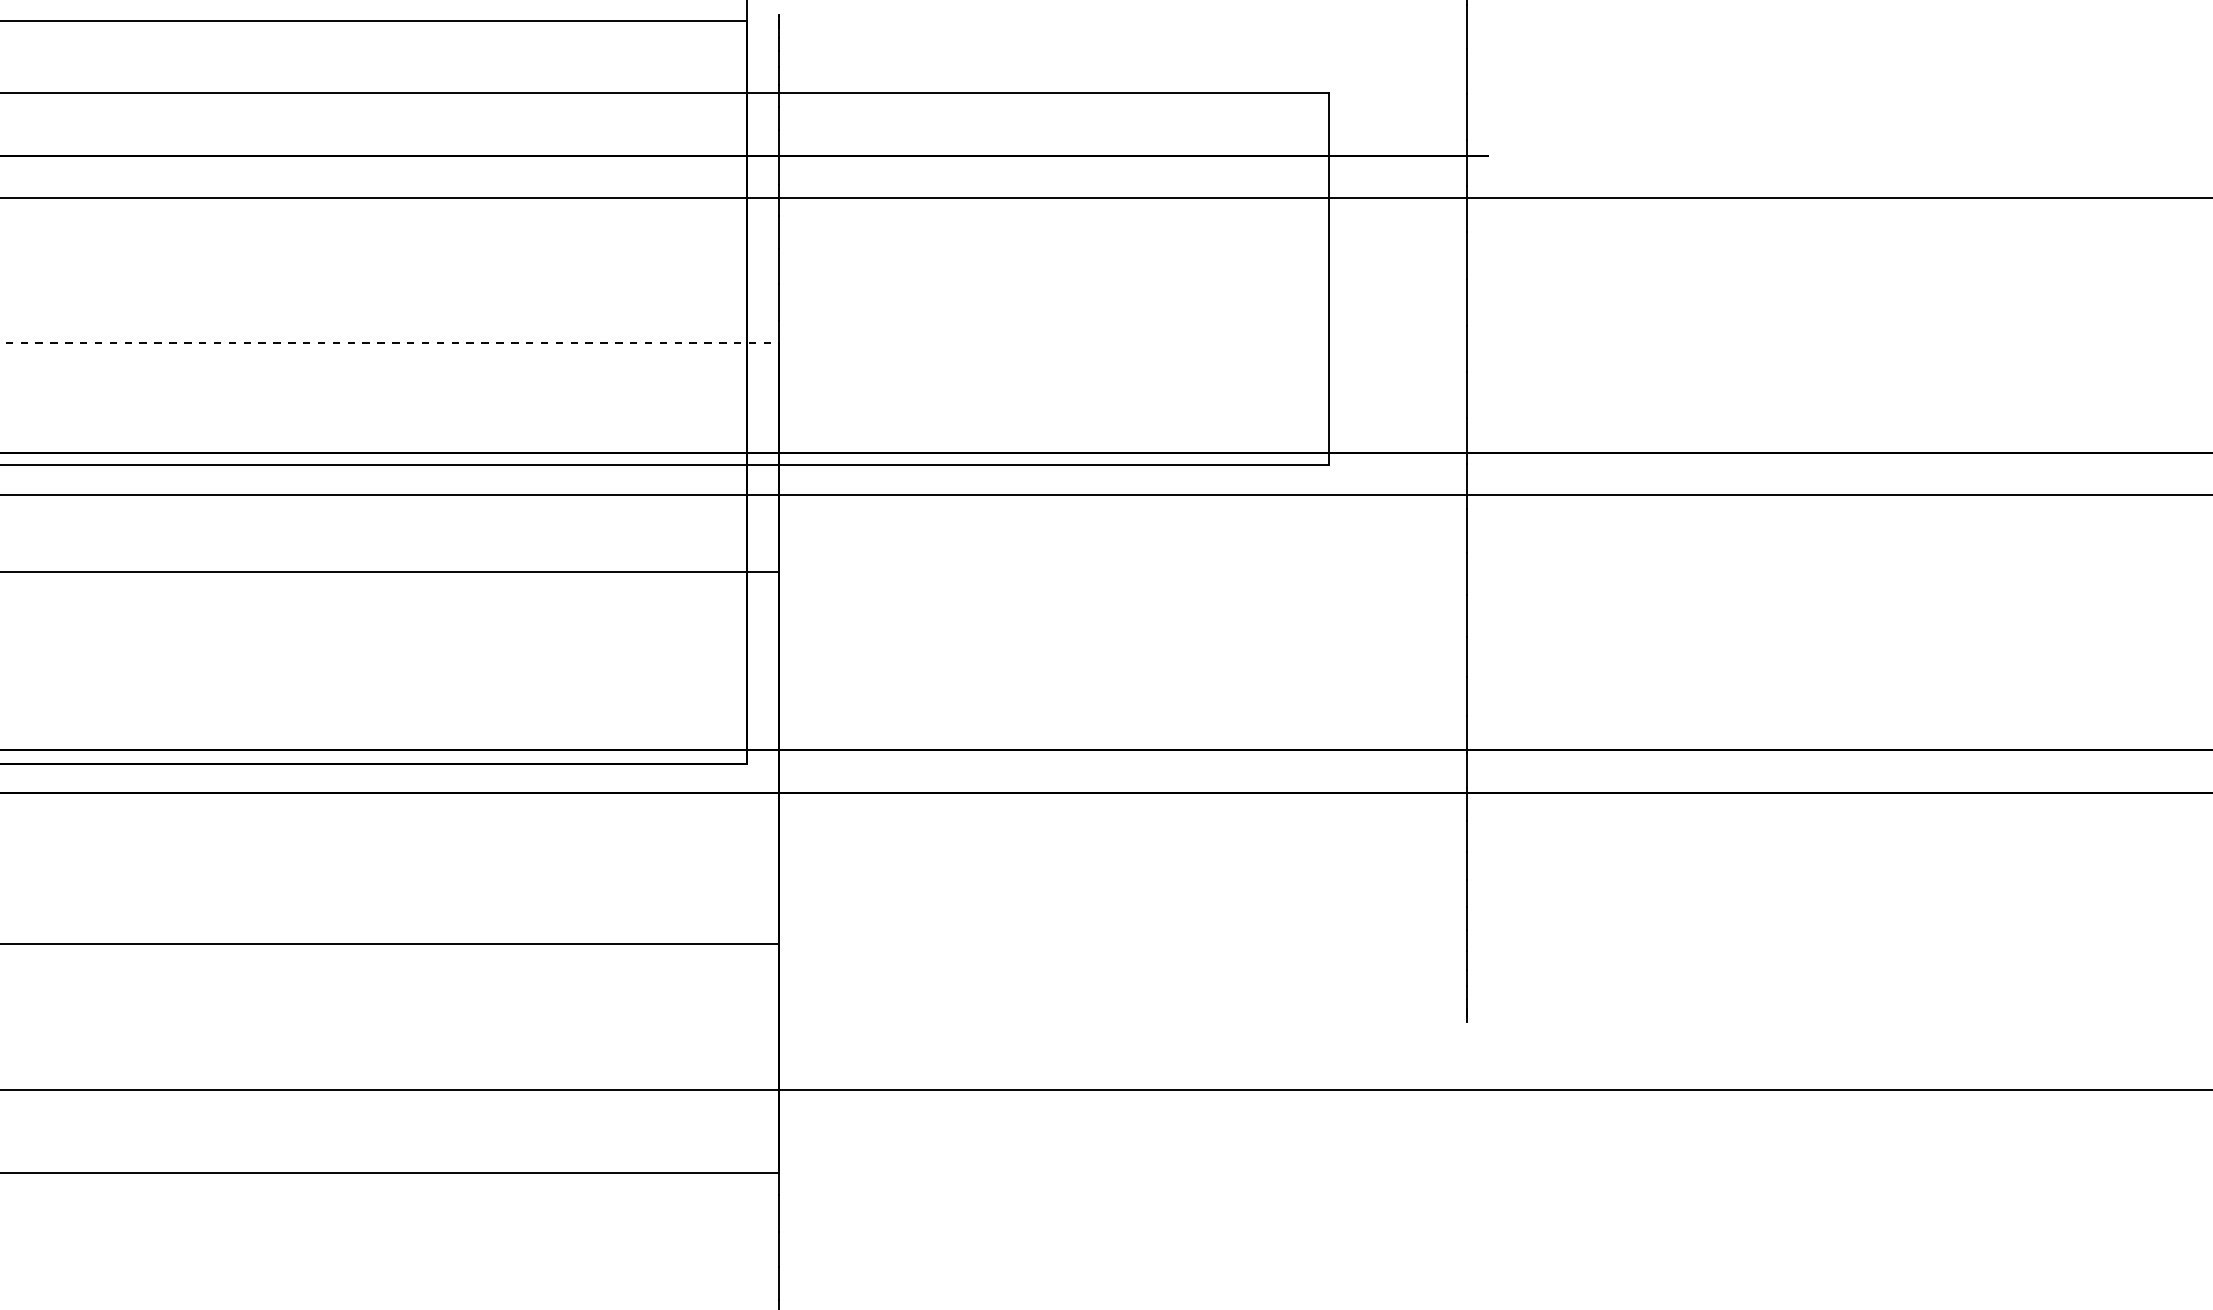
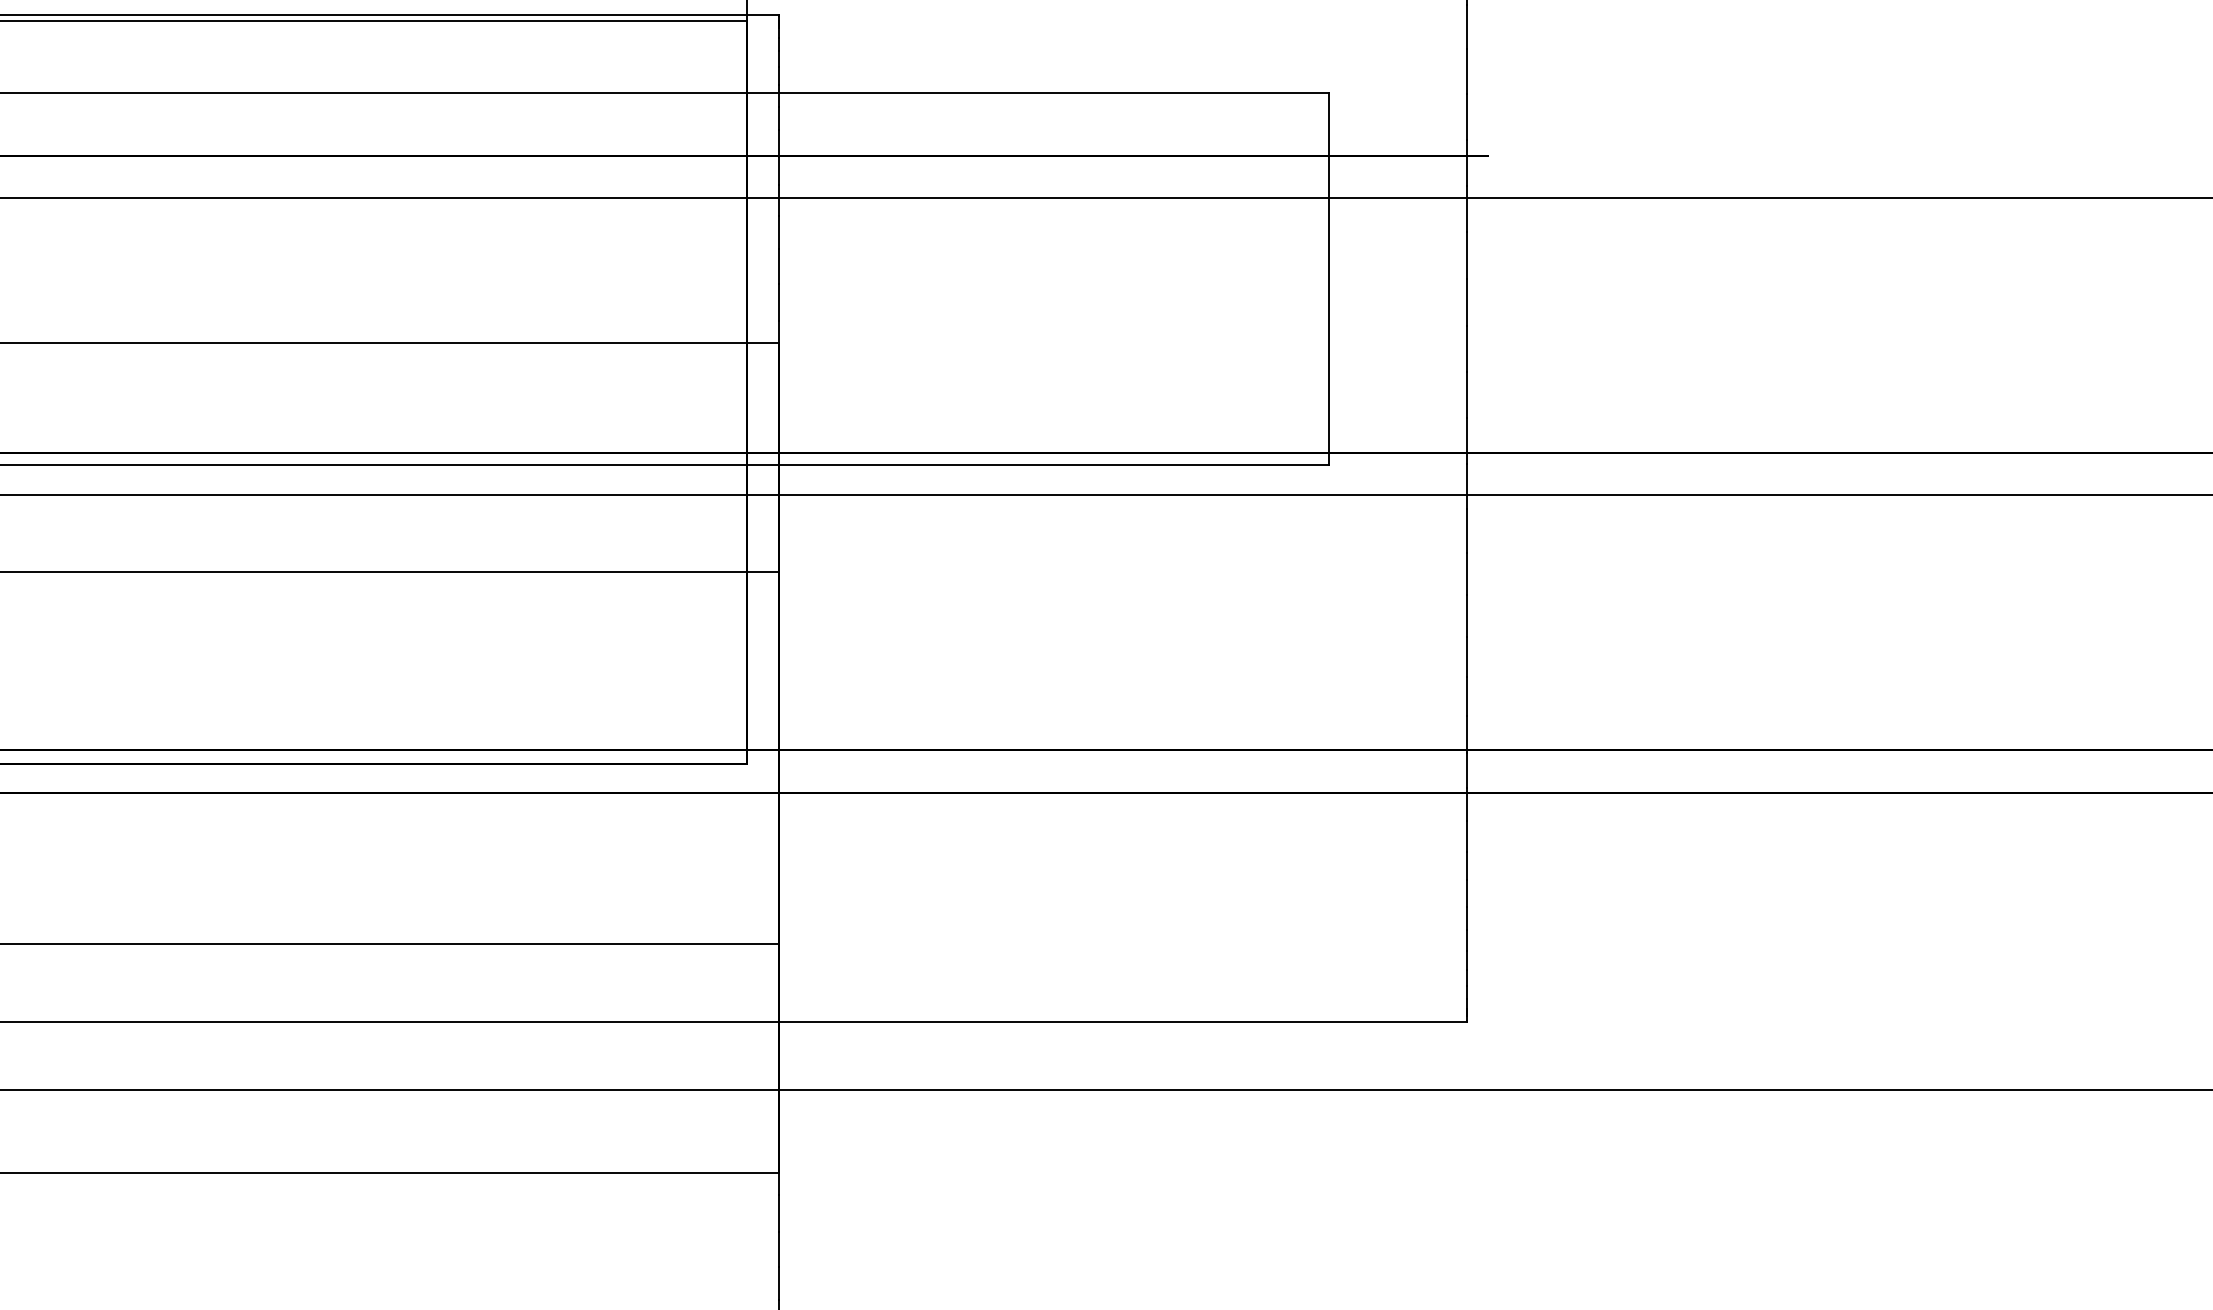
line at (390, 14): none -> present
line at (389, 342): dashed -> solid
line at (734, 1022): none -> present
